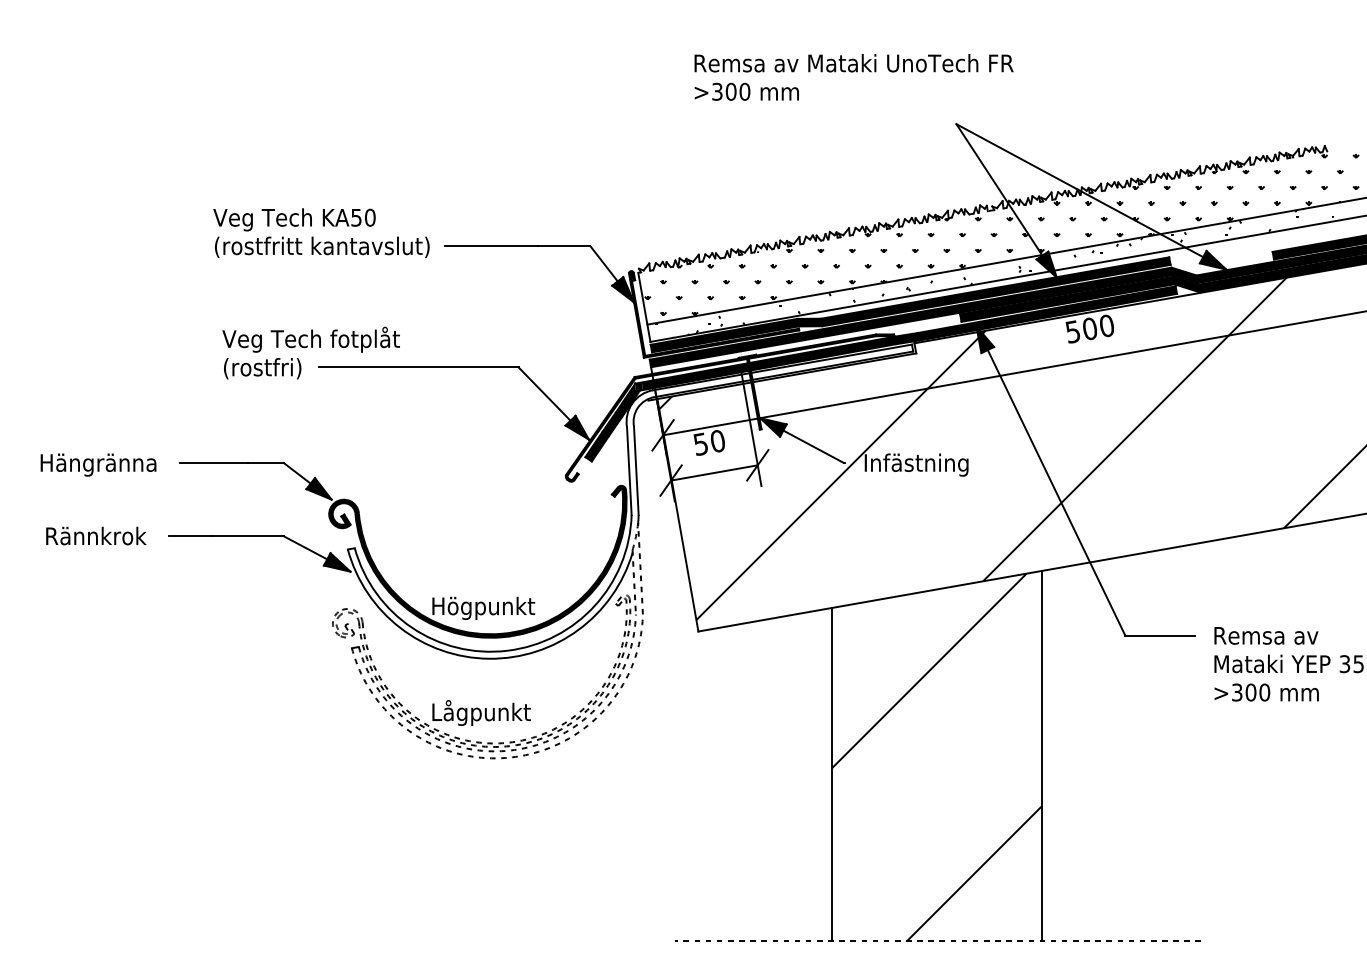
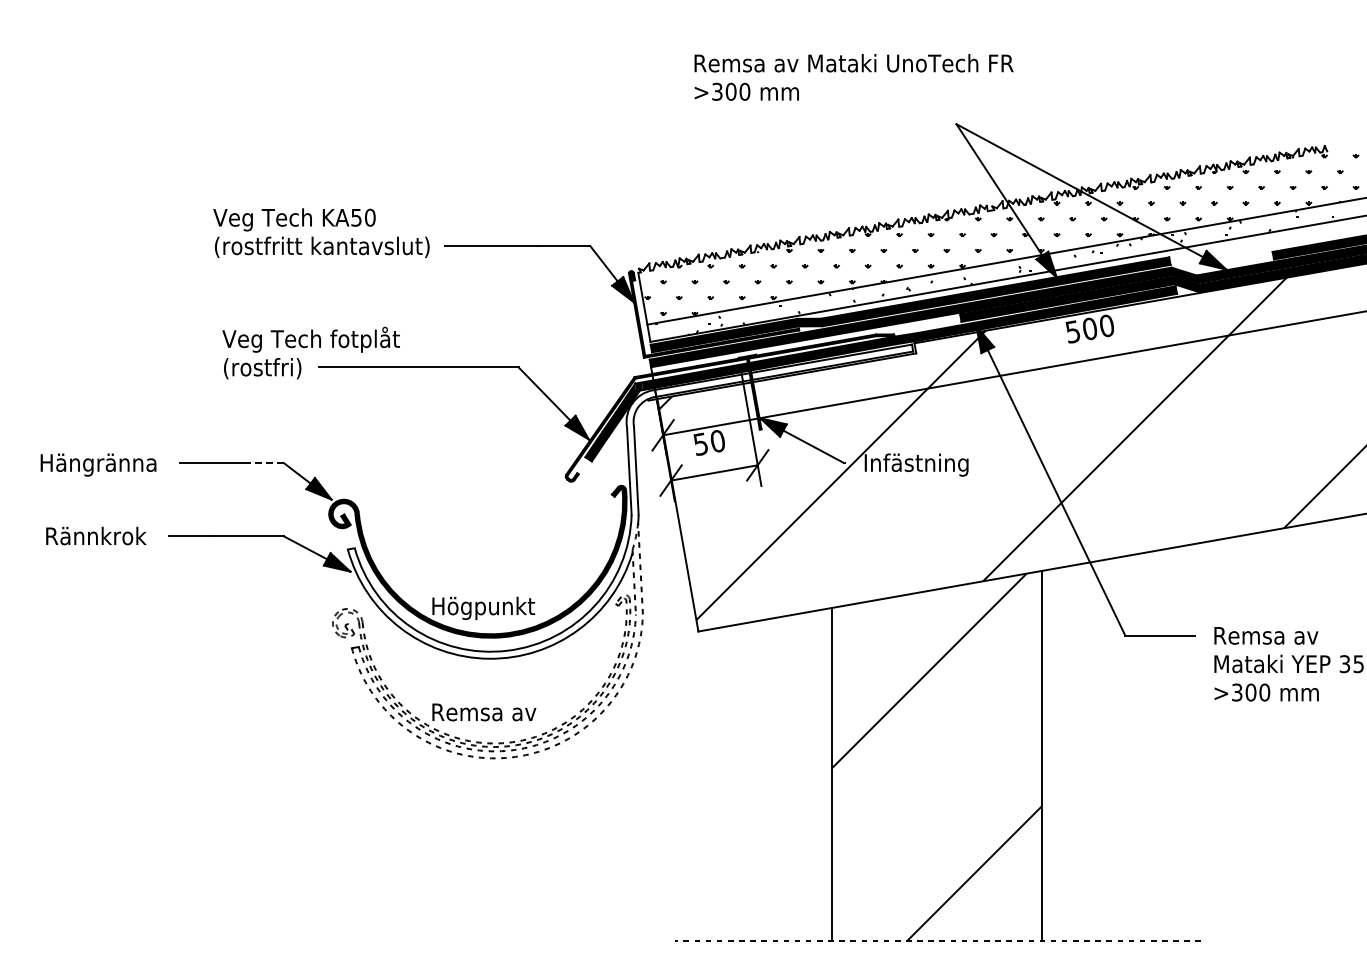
line at (265, 463): solid -> dashed
text at (485, 712): Lågpunkt -> Remsa av
